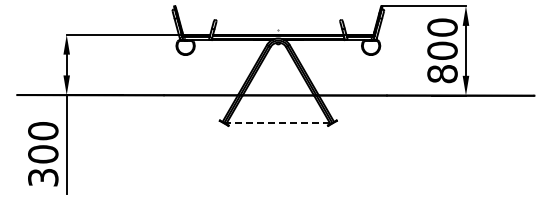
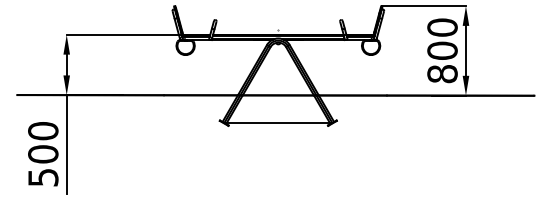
line at (278, 123): dashed -> solid
text at (42, 177): 300 -> 500
